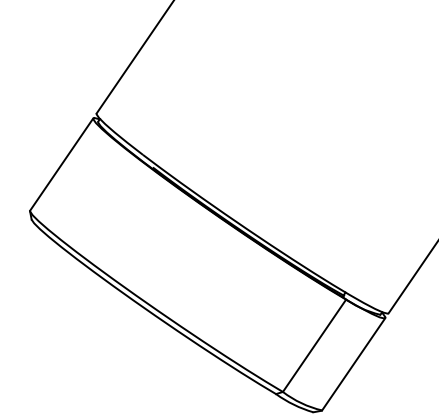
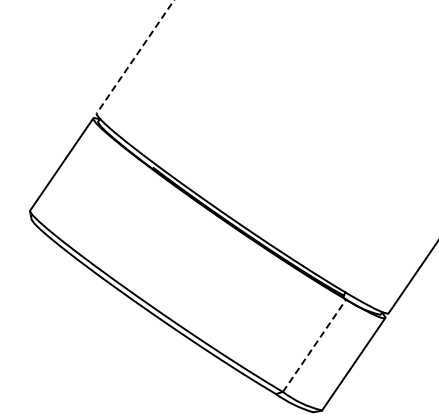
line at (135, 57): solid -> dashed
line at (314, 345): solid -> dashed
